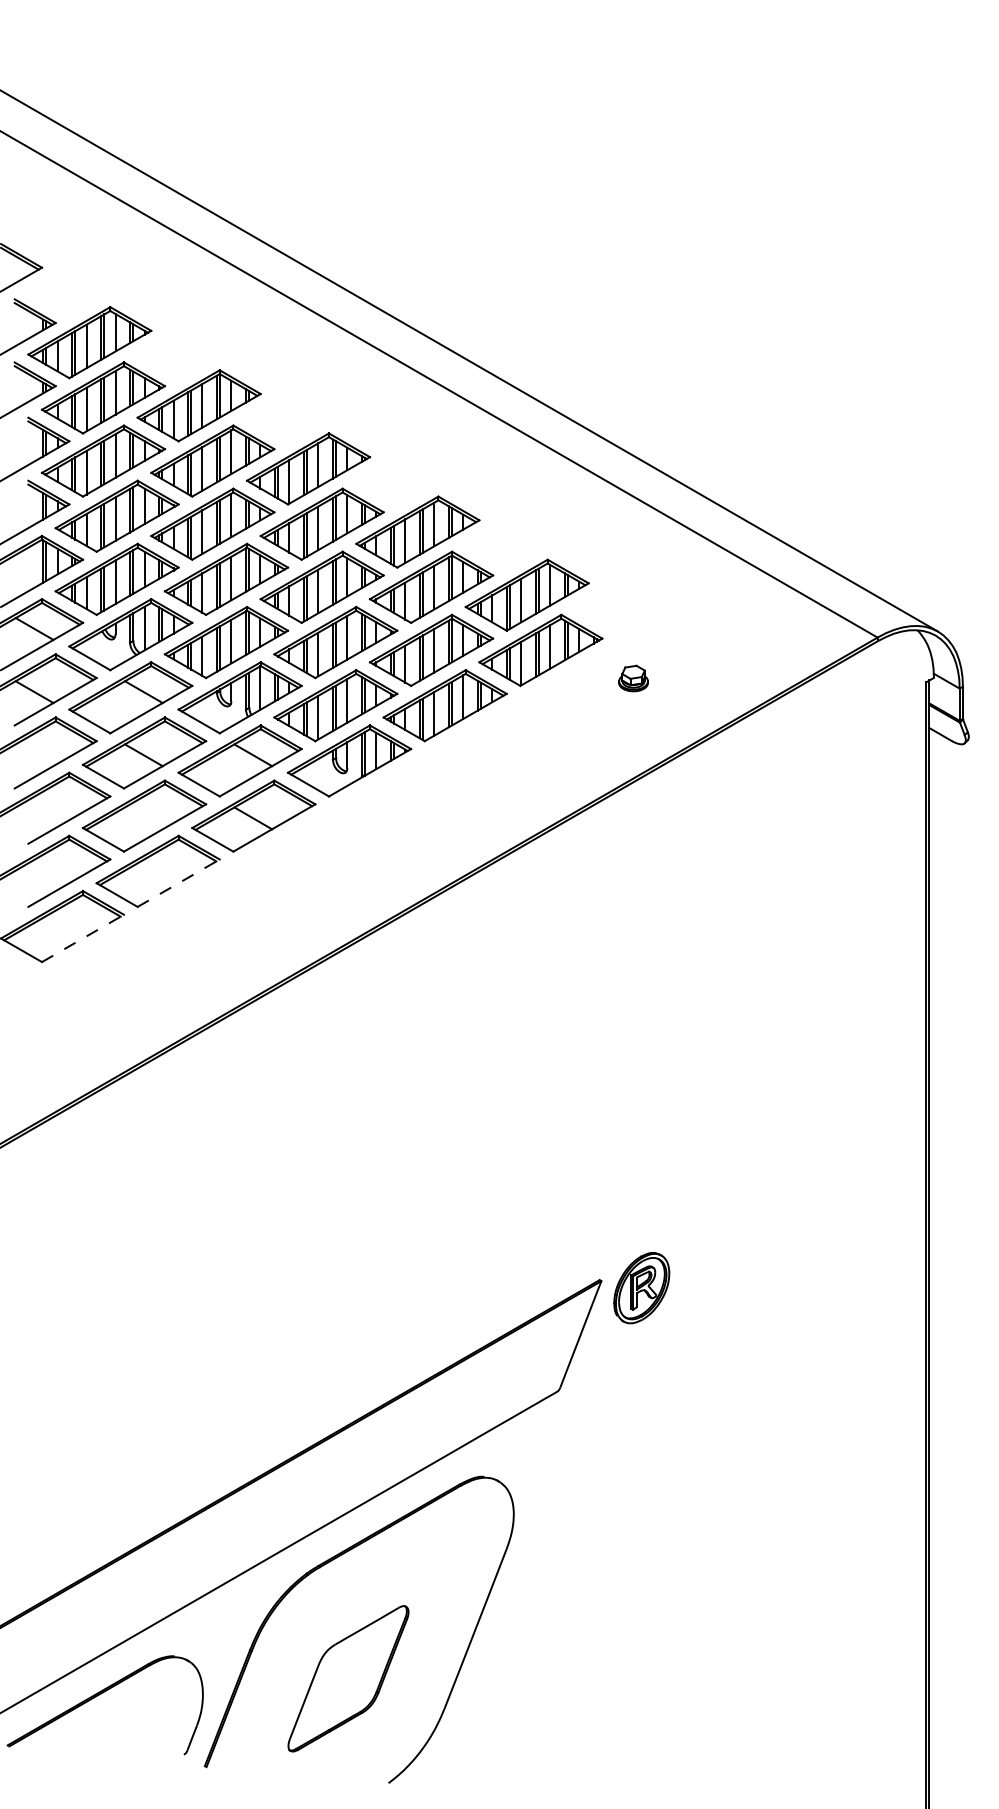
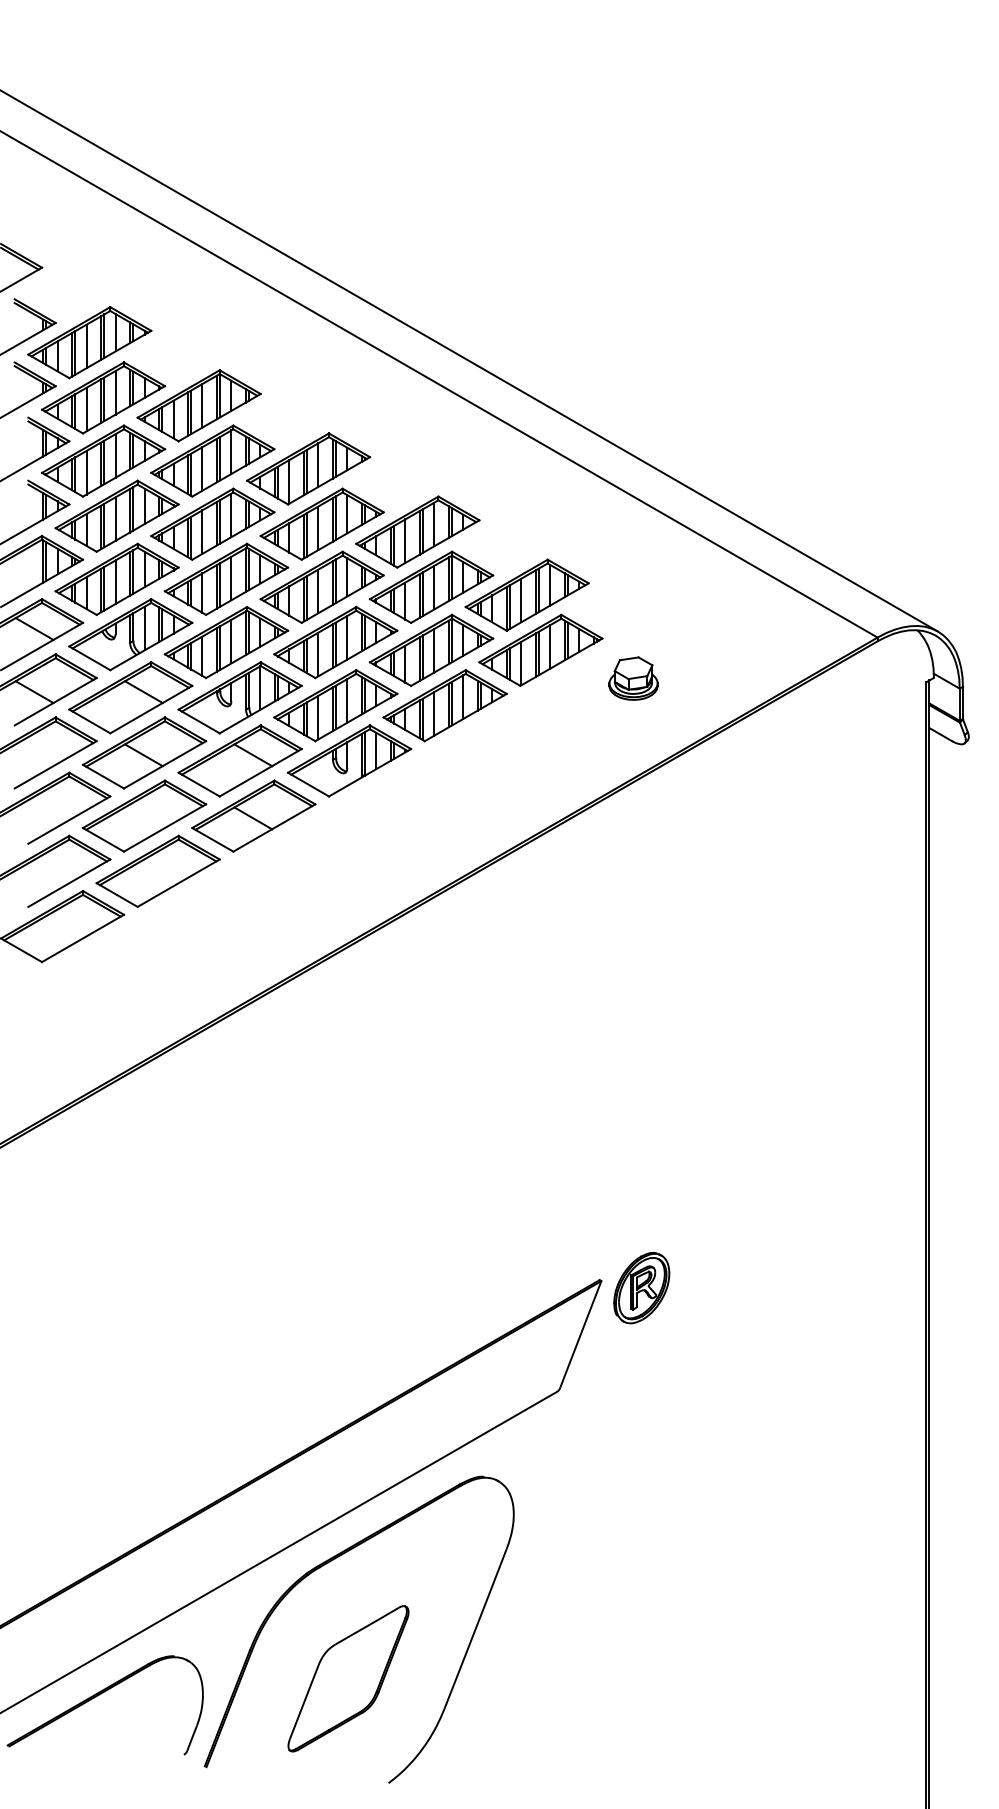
part at (633, 678) size: 31x29 px -> 51x45 px
line at (179, 882): dashed -> solid
line at (83, 938): dashed -> solid
